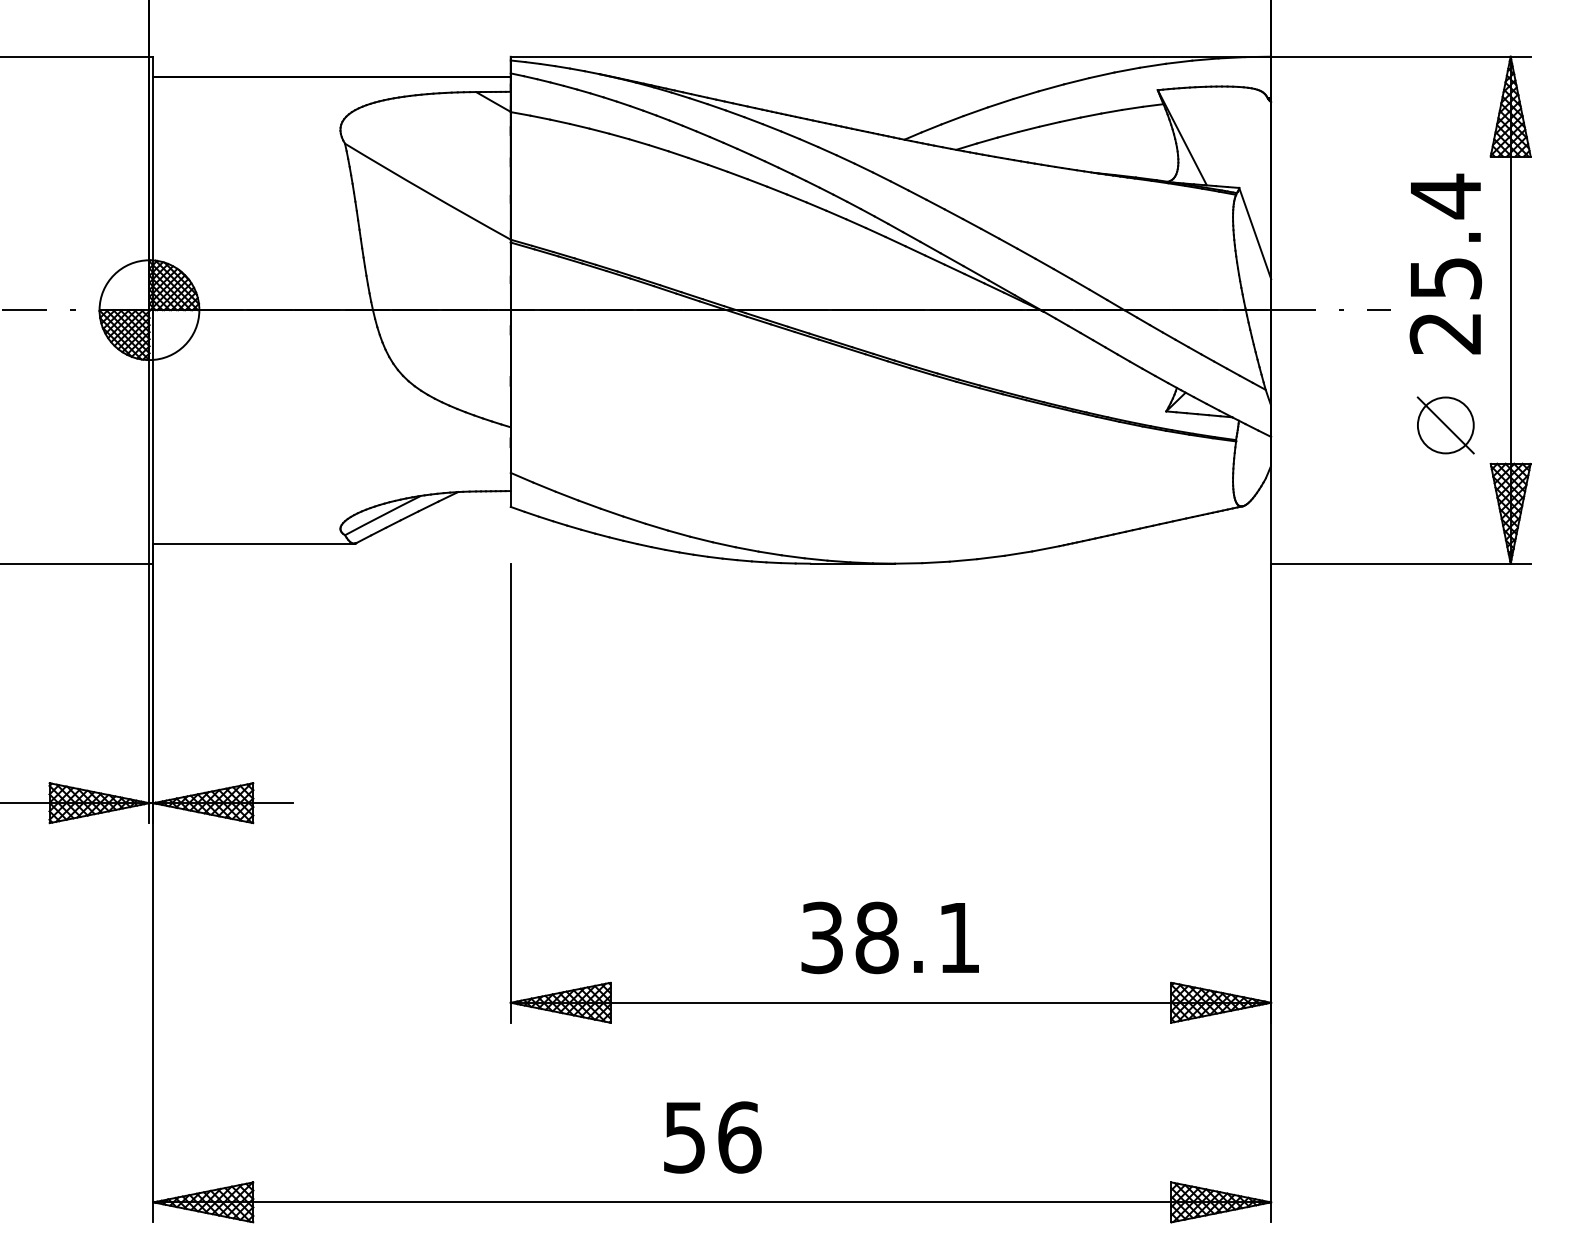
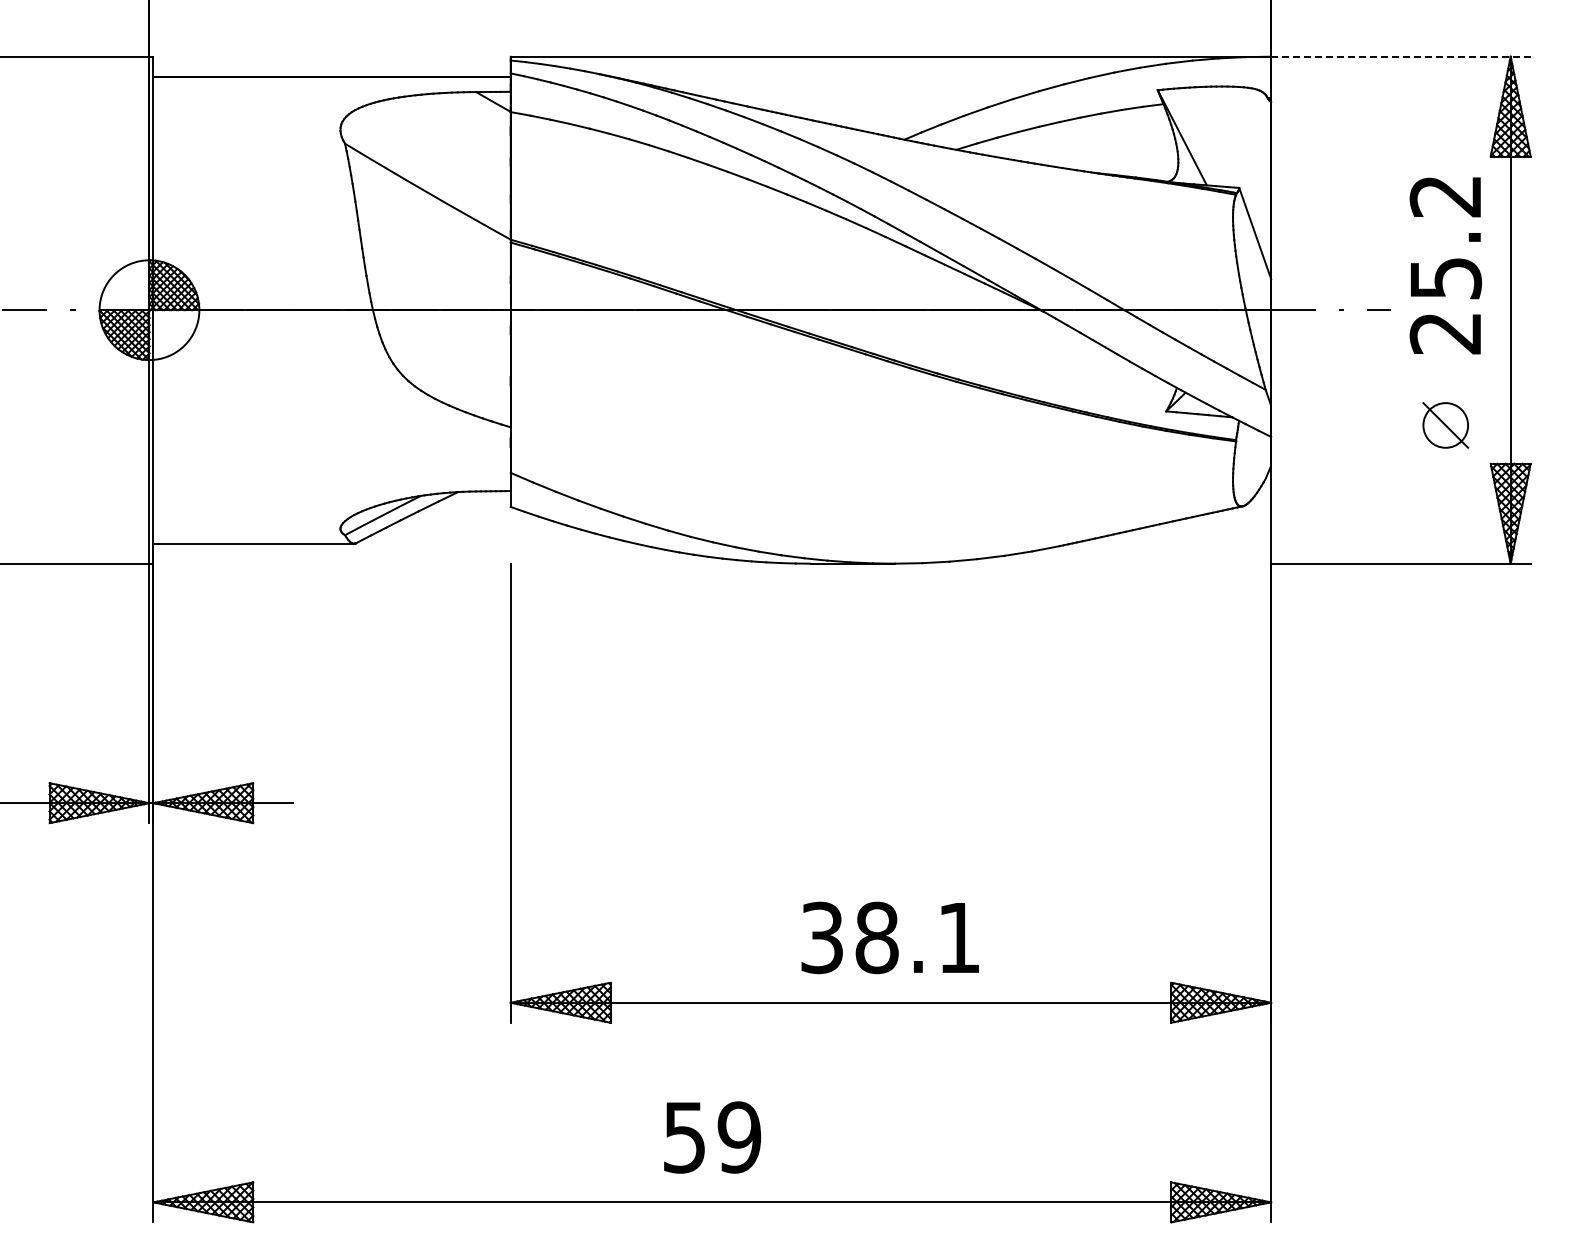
line at (1400, 56): solid -> dashed
text at (1444, 196): 25.4 -> 25.2
part at (1445, 425) size: 59x59 px -> 48x47 px
text at (739, 1137): 56 -> 59
